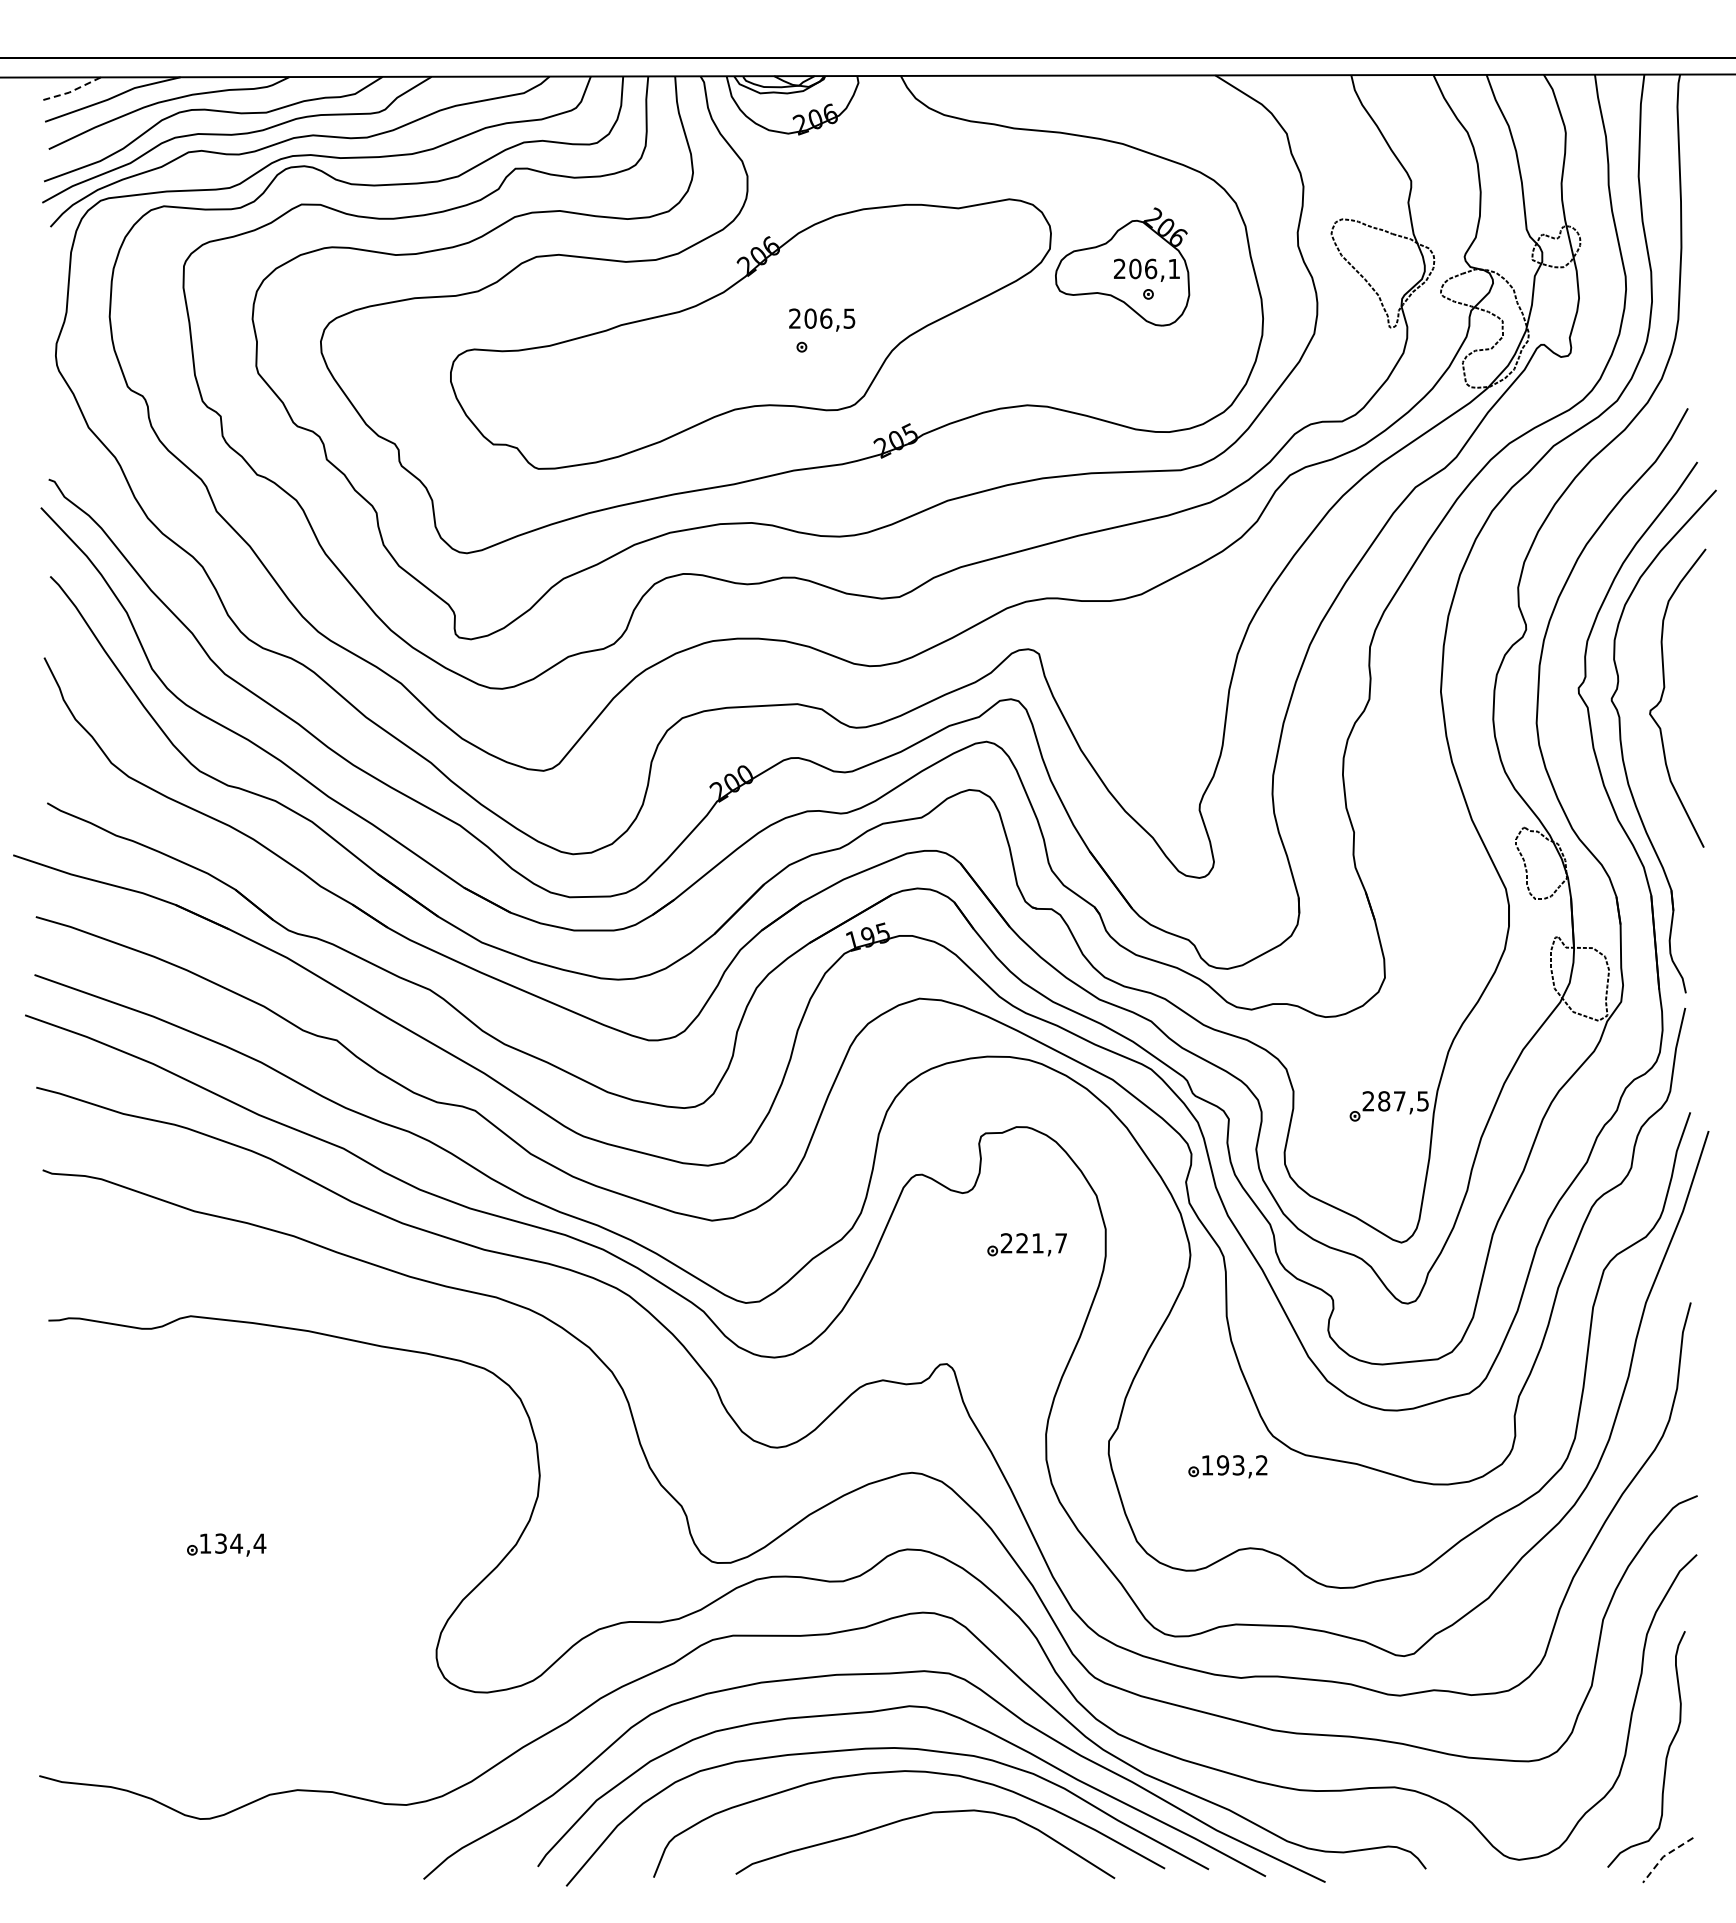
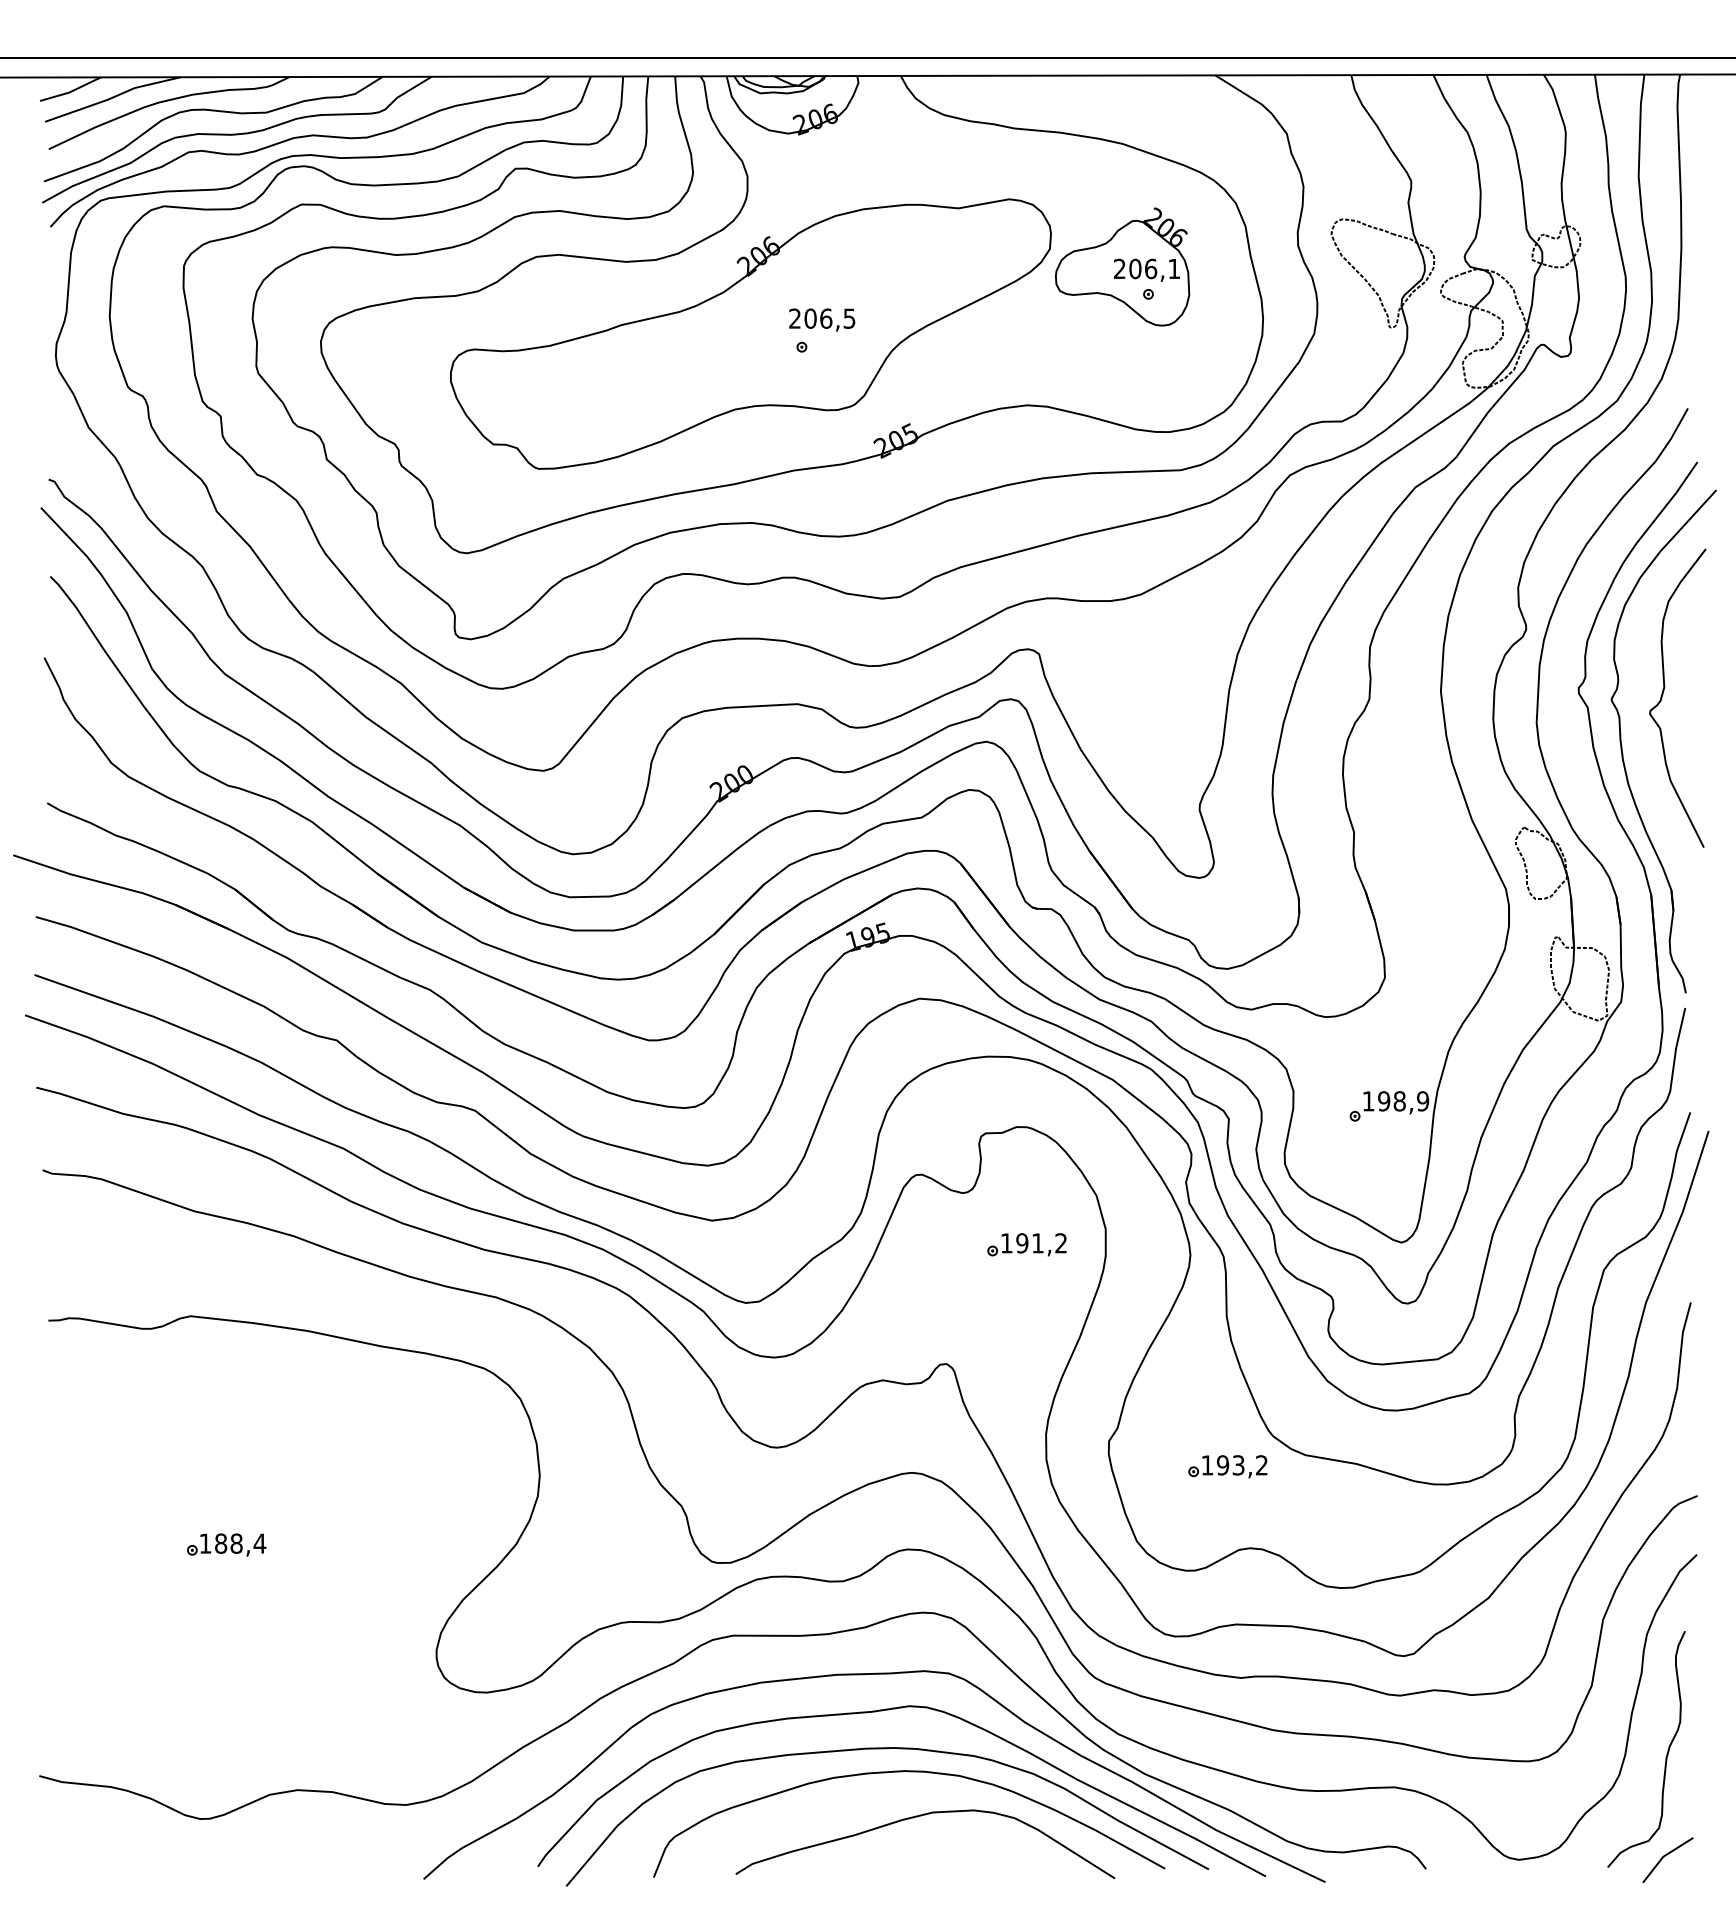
line at (70, 91): dashed -> solid
text at (1395, 1101): 287,5 -> 198,9
text at (1033, 1243): 221,7 -> 191,2
text at (229, 1543): 134,4 -> 188,4
line at (1664, 1856): dashed -> solid
